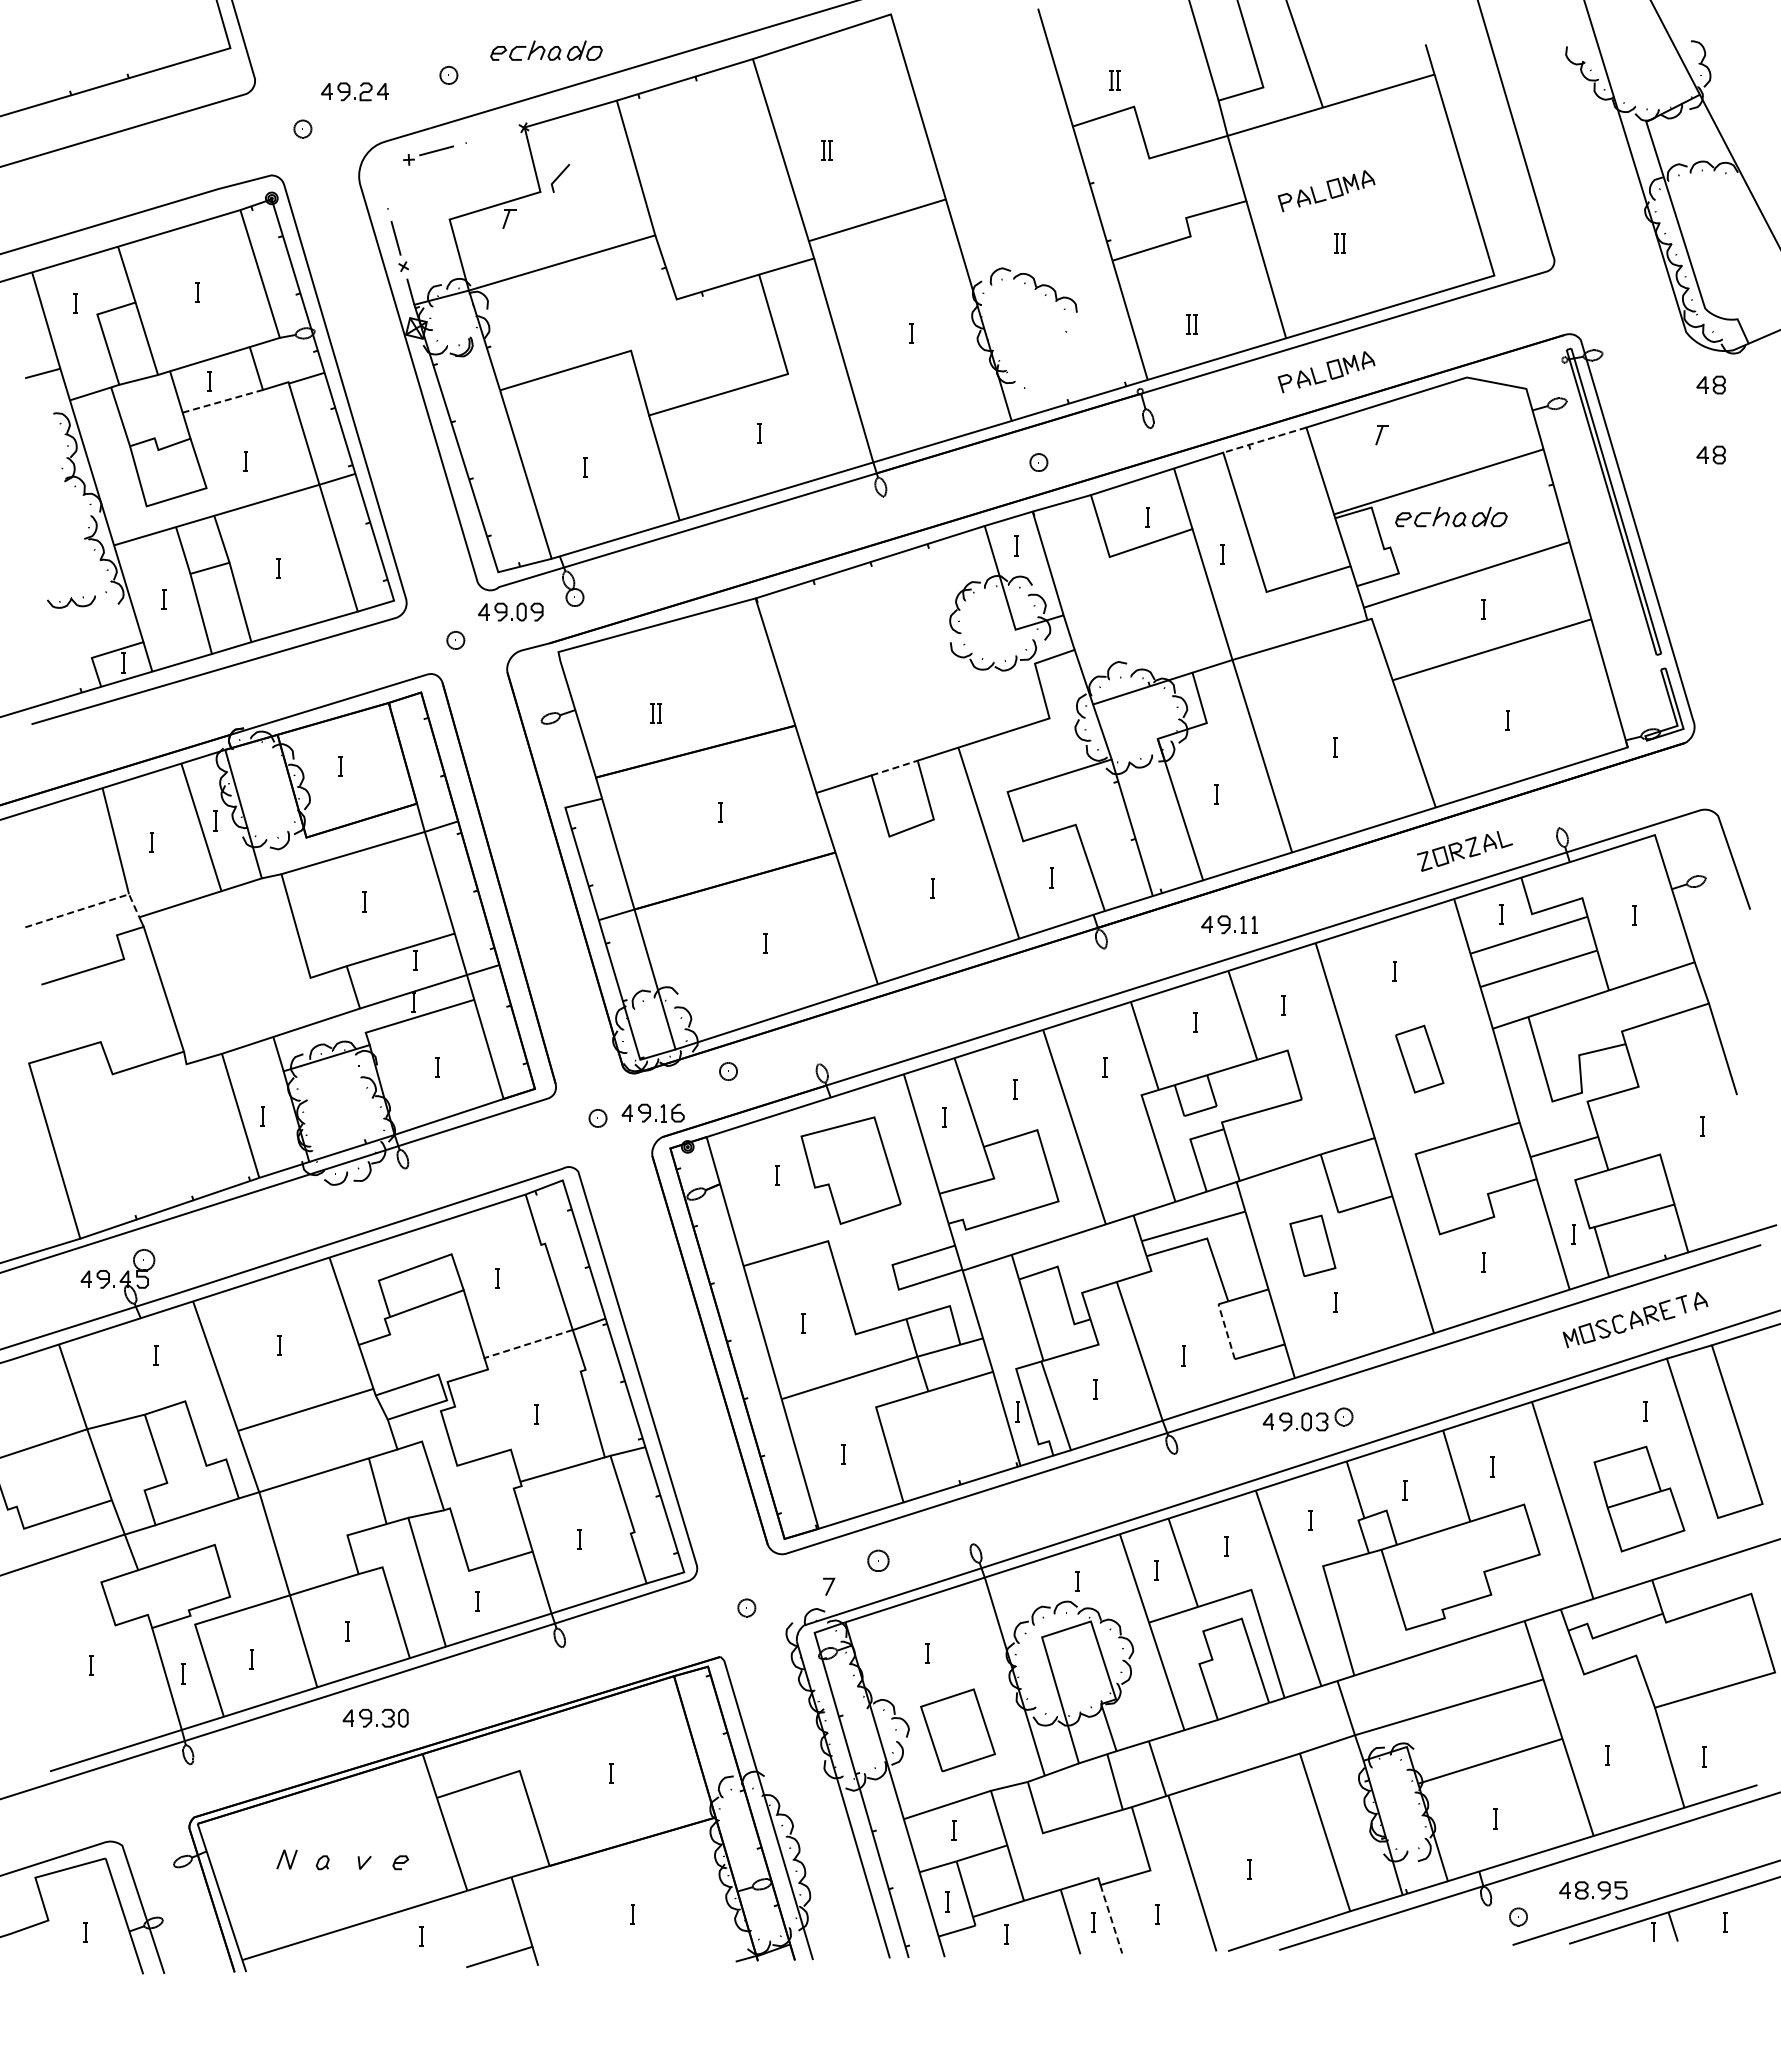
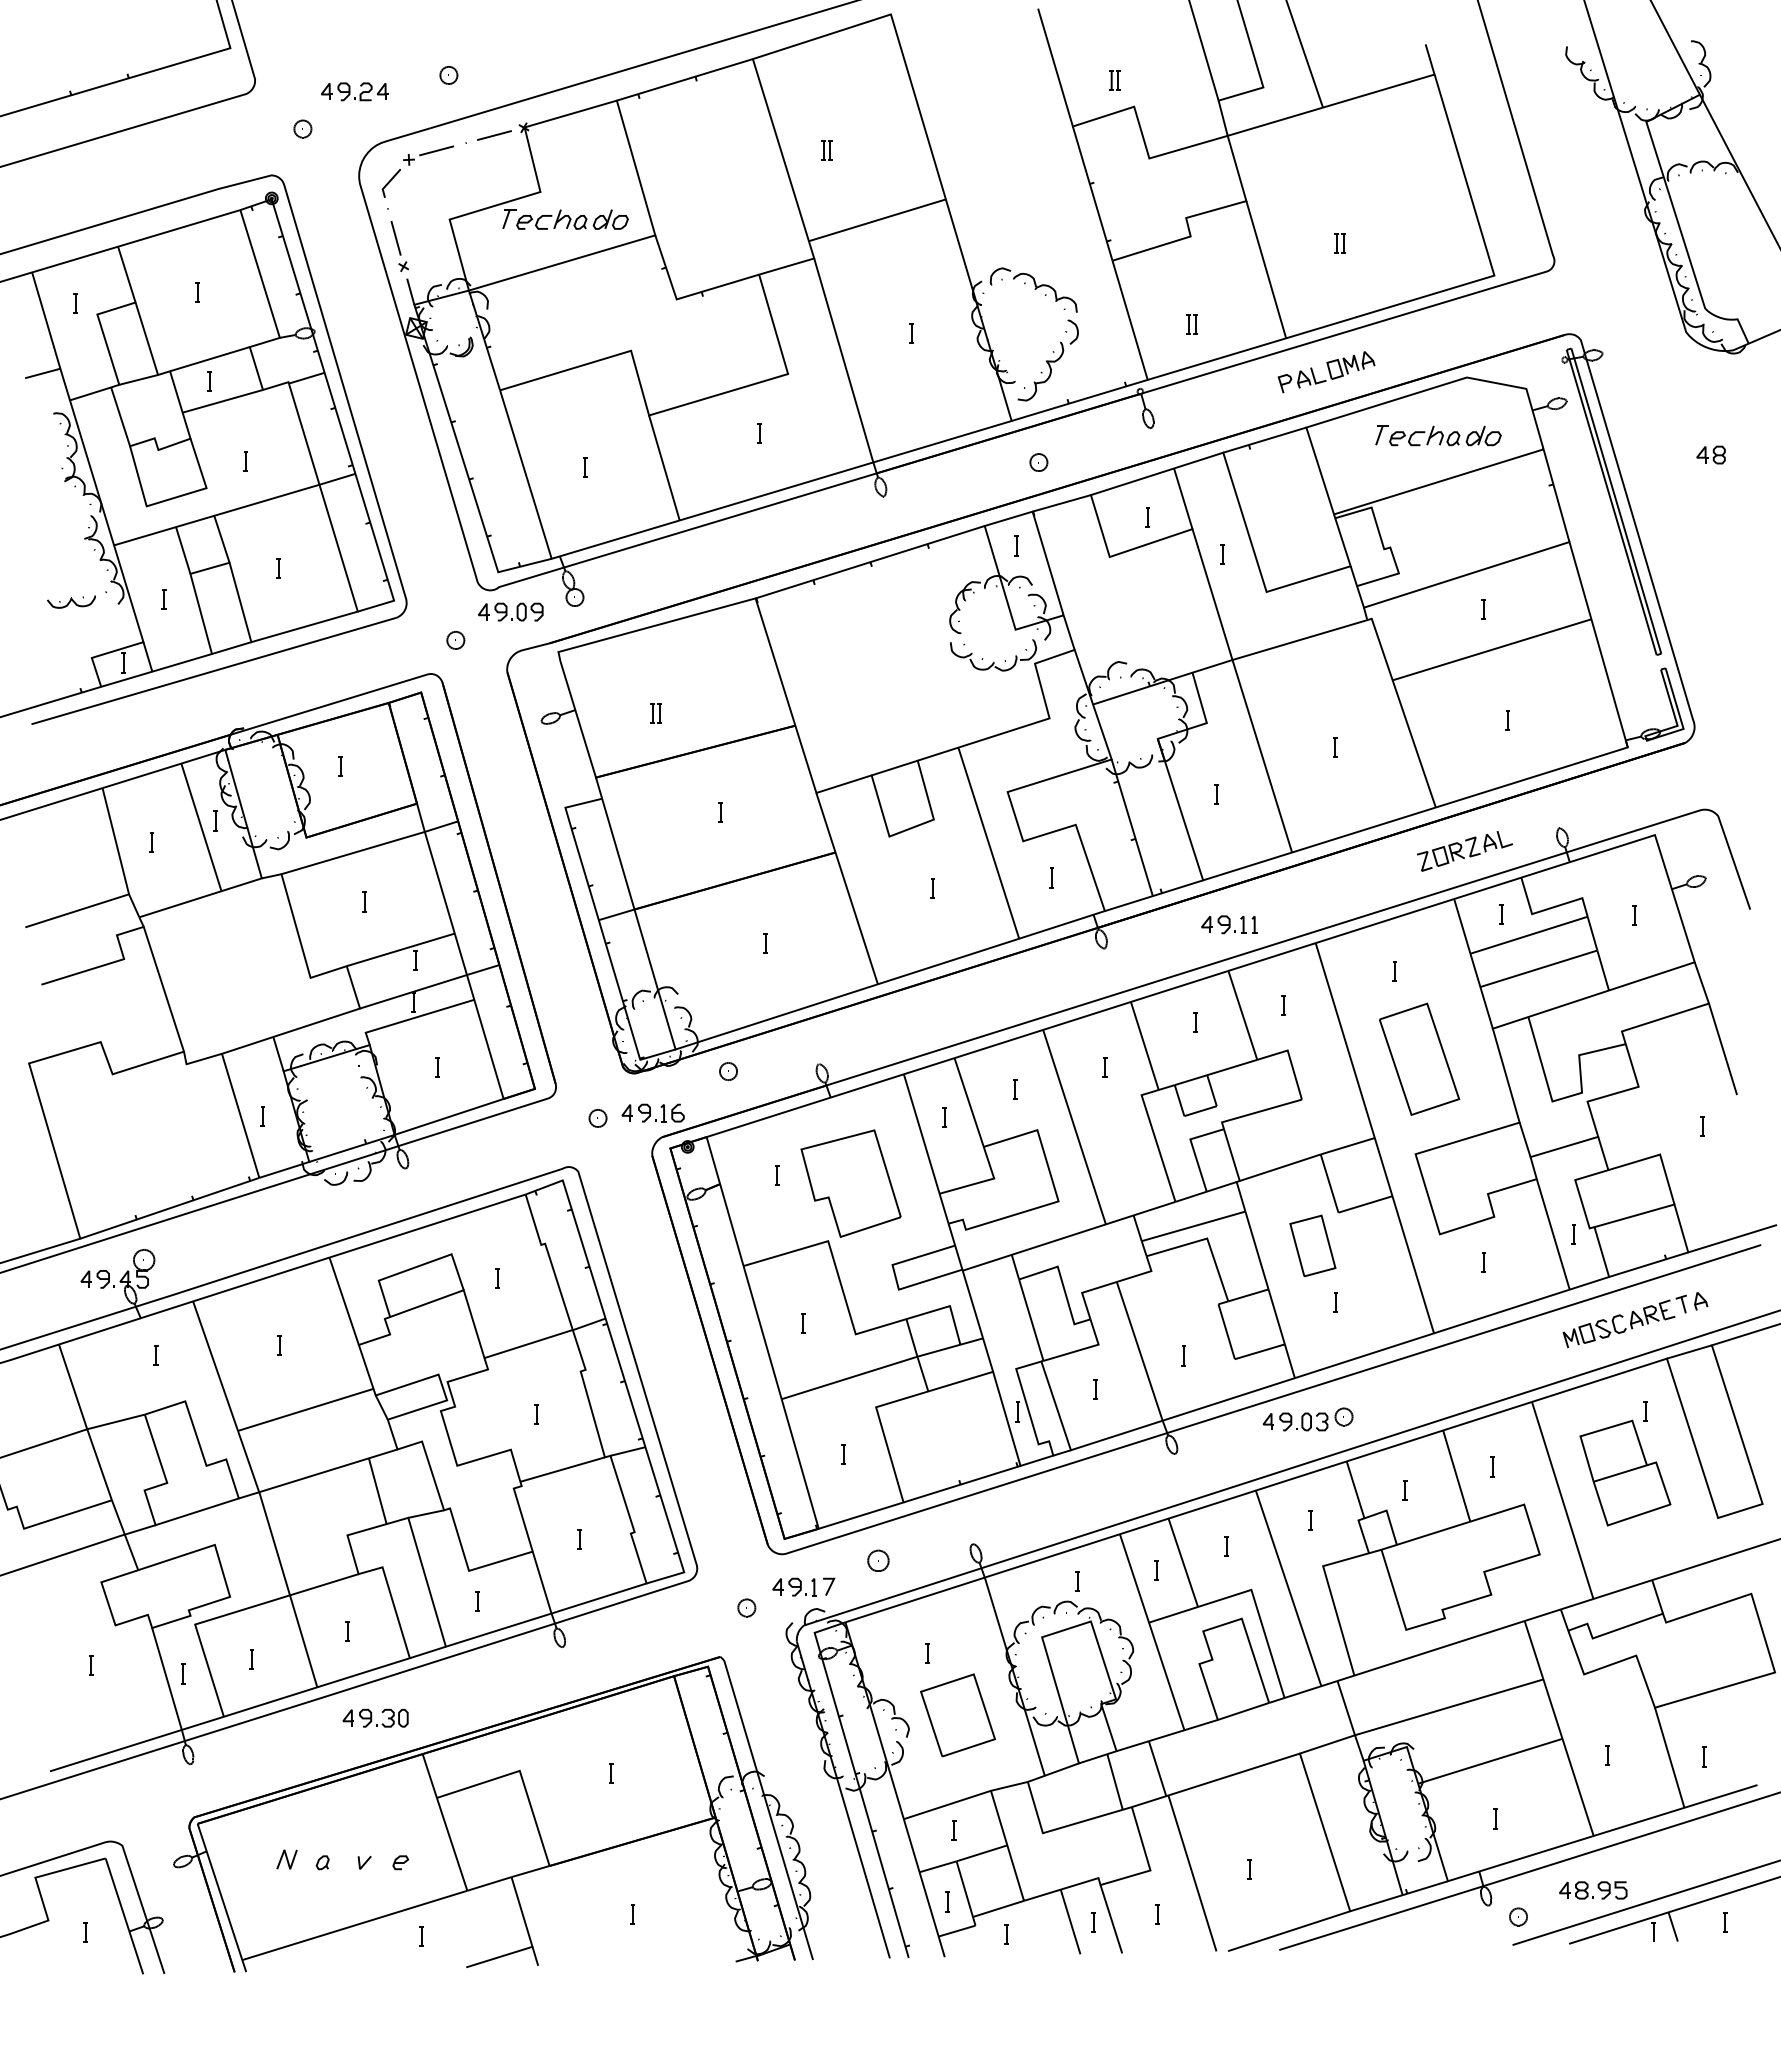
part at (546, 50) position: (546, 50) -> (572, 219)
line at (494, 135): none -> present
line at (559, 177) position: (559, 177) -> (390, 182)
part at (1326, 191): present -> none
part at (1047, 360): none -> present
part at (1710, 384): present -> none
line at (221, 401): dashed -> solid
line at (1264, 440): dashed -> solid
part at (1451, 516) position: (1451, 516) -> (1445, 435)
line at (895, 767): dashed -> solid
line at (90, 906): dashed -> solid
part at (1419, 1058) size: 50x70 px -> 82x114 px
part at (850, 1170) position: (850, 1170) -> (850, 1183)
line at (1226, 1331): dashed -> solid
line at (528, 1344): dashed -> solid
part at (1639, 1498) position: (1639, 1498) -> (1625, 1472)
part at (794, 1586): none -> present
part at (957, 1730) position: (957, 1730) -> (957, 1715)
line at (1111, 1919): dashed -> solid
